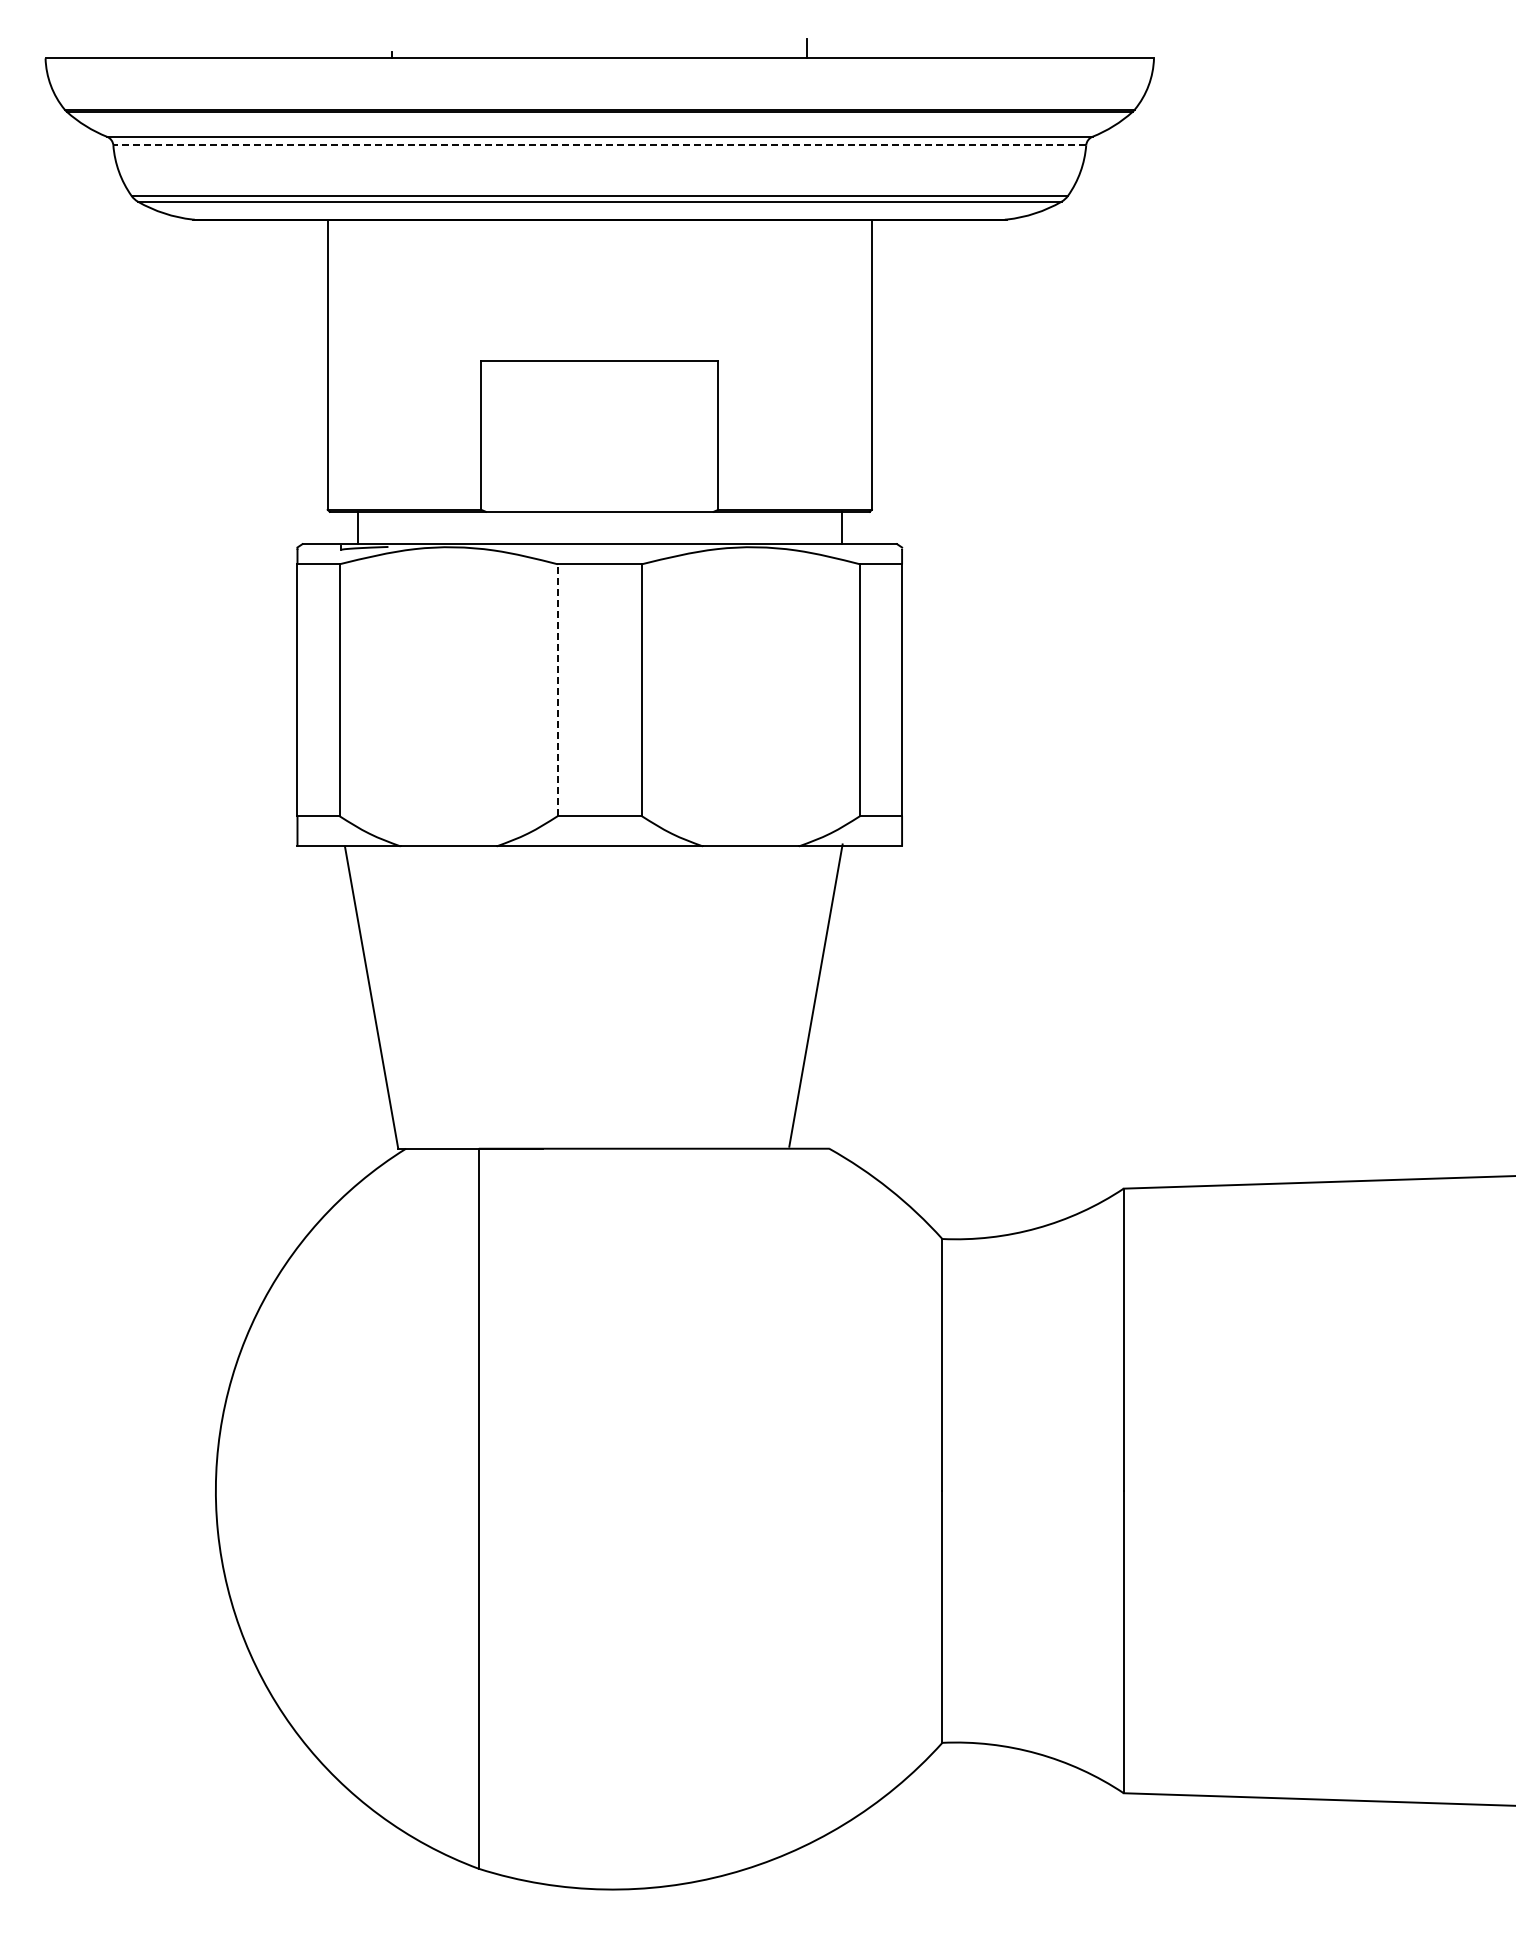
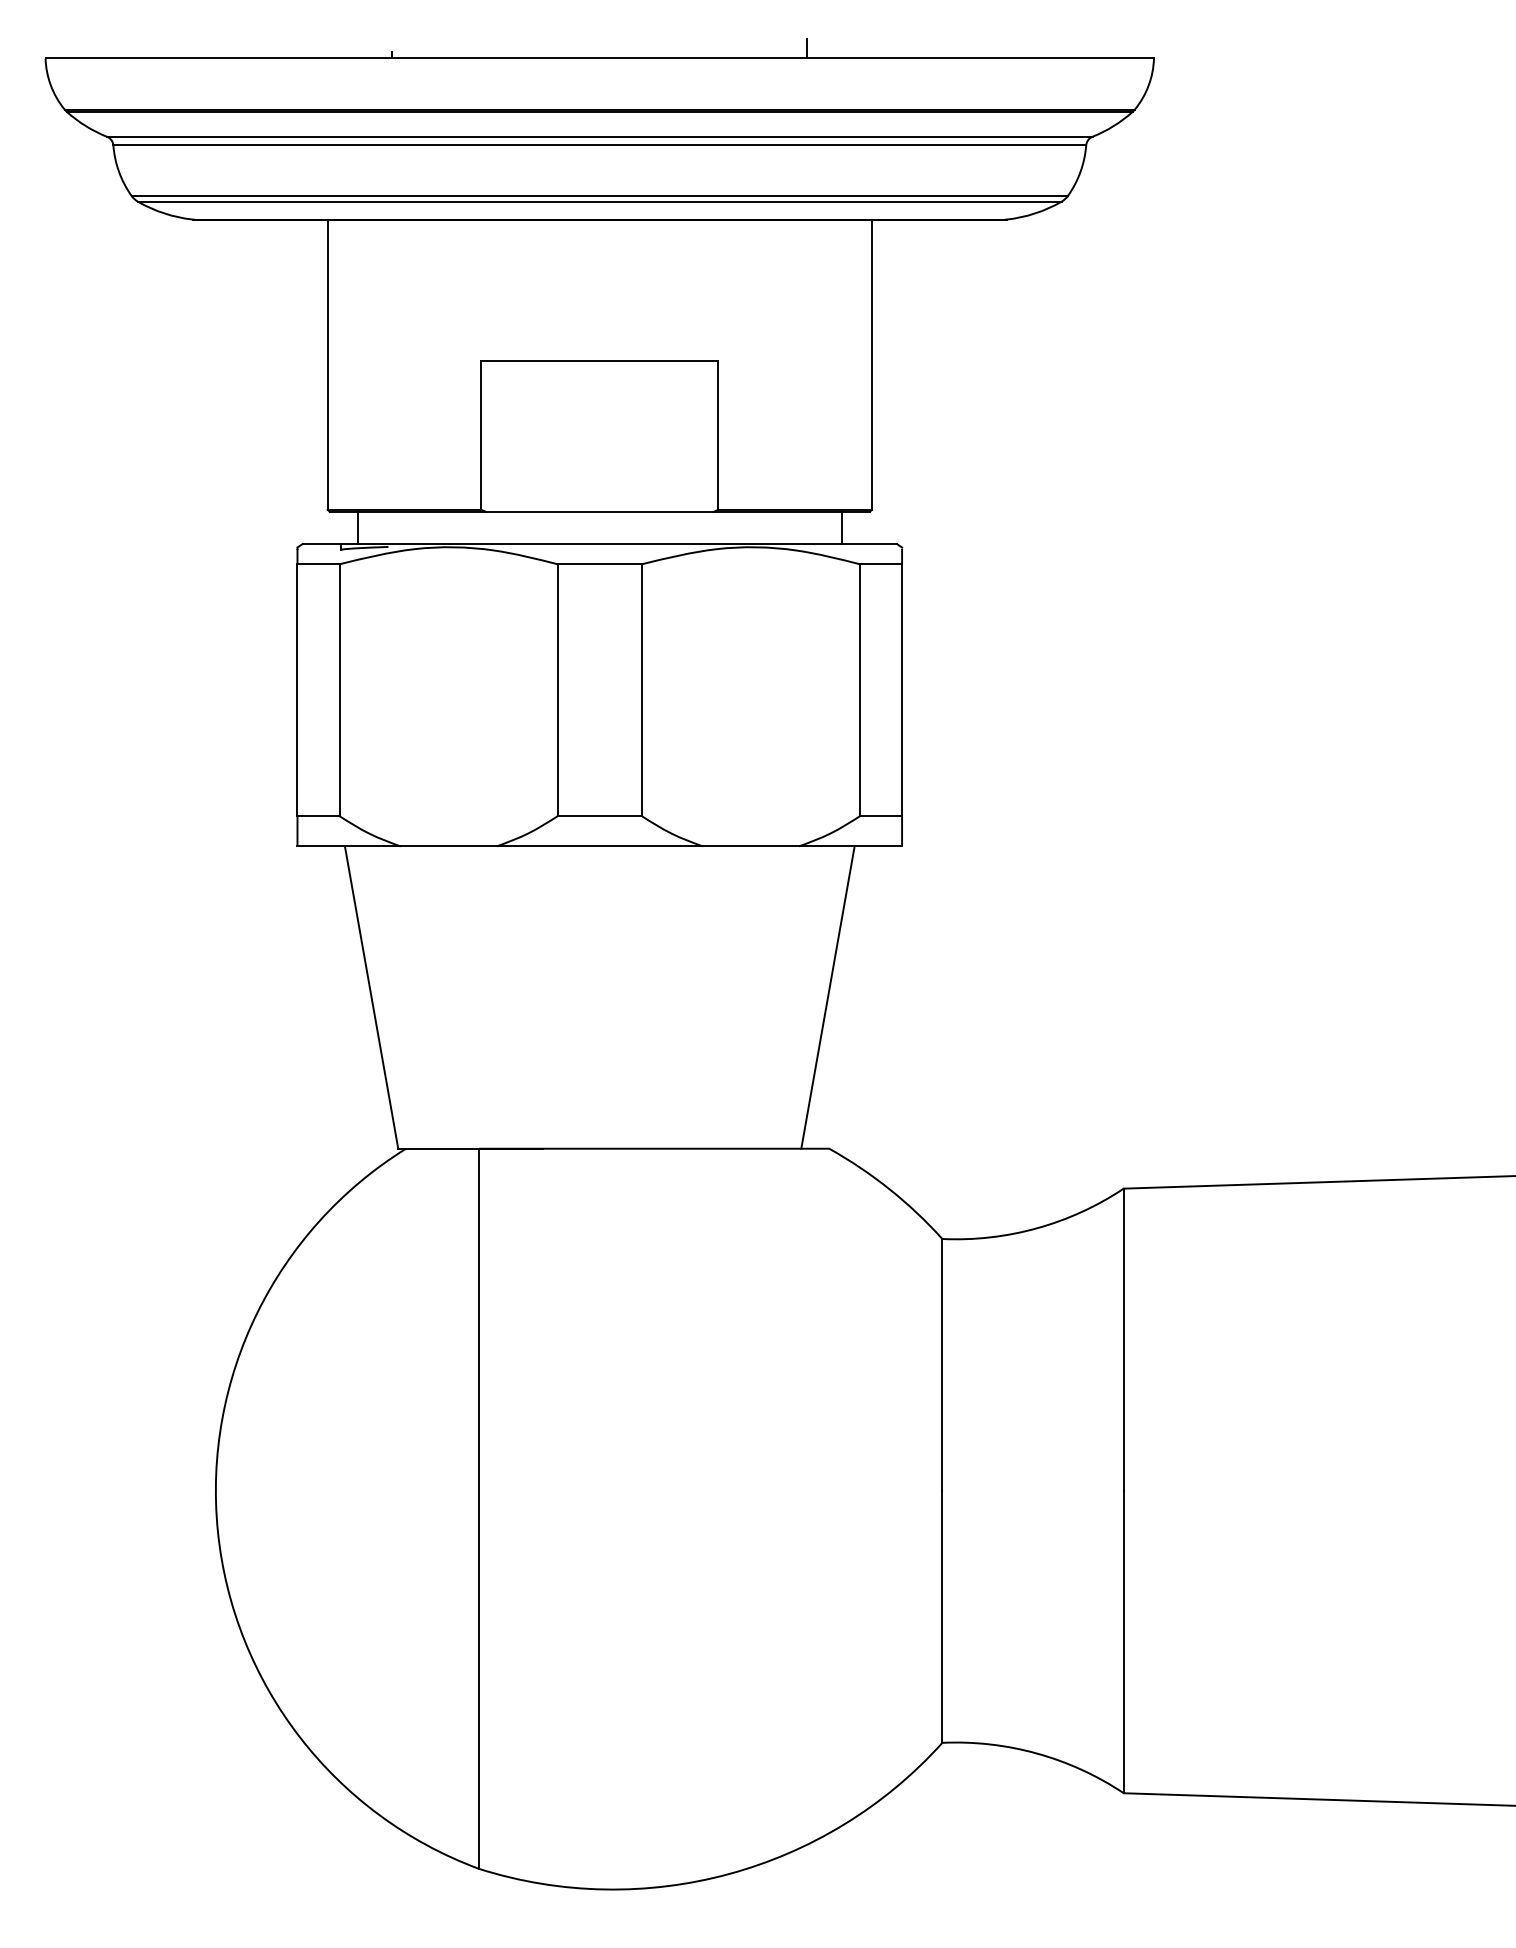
line at (599, 145): dashed -> solid
line at (557, 690): dashed -> solid
line at (815, 995) position: (815, 995) -> (827, 997)
